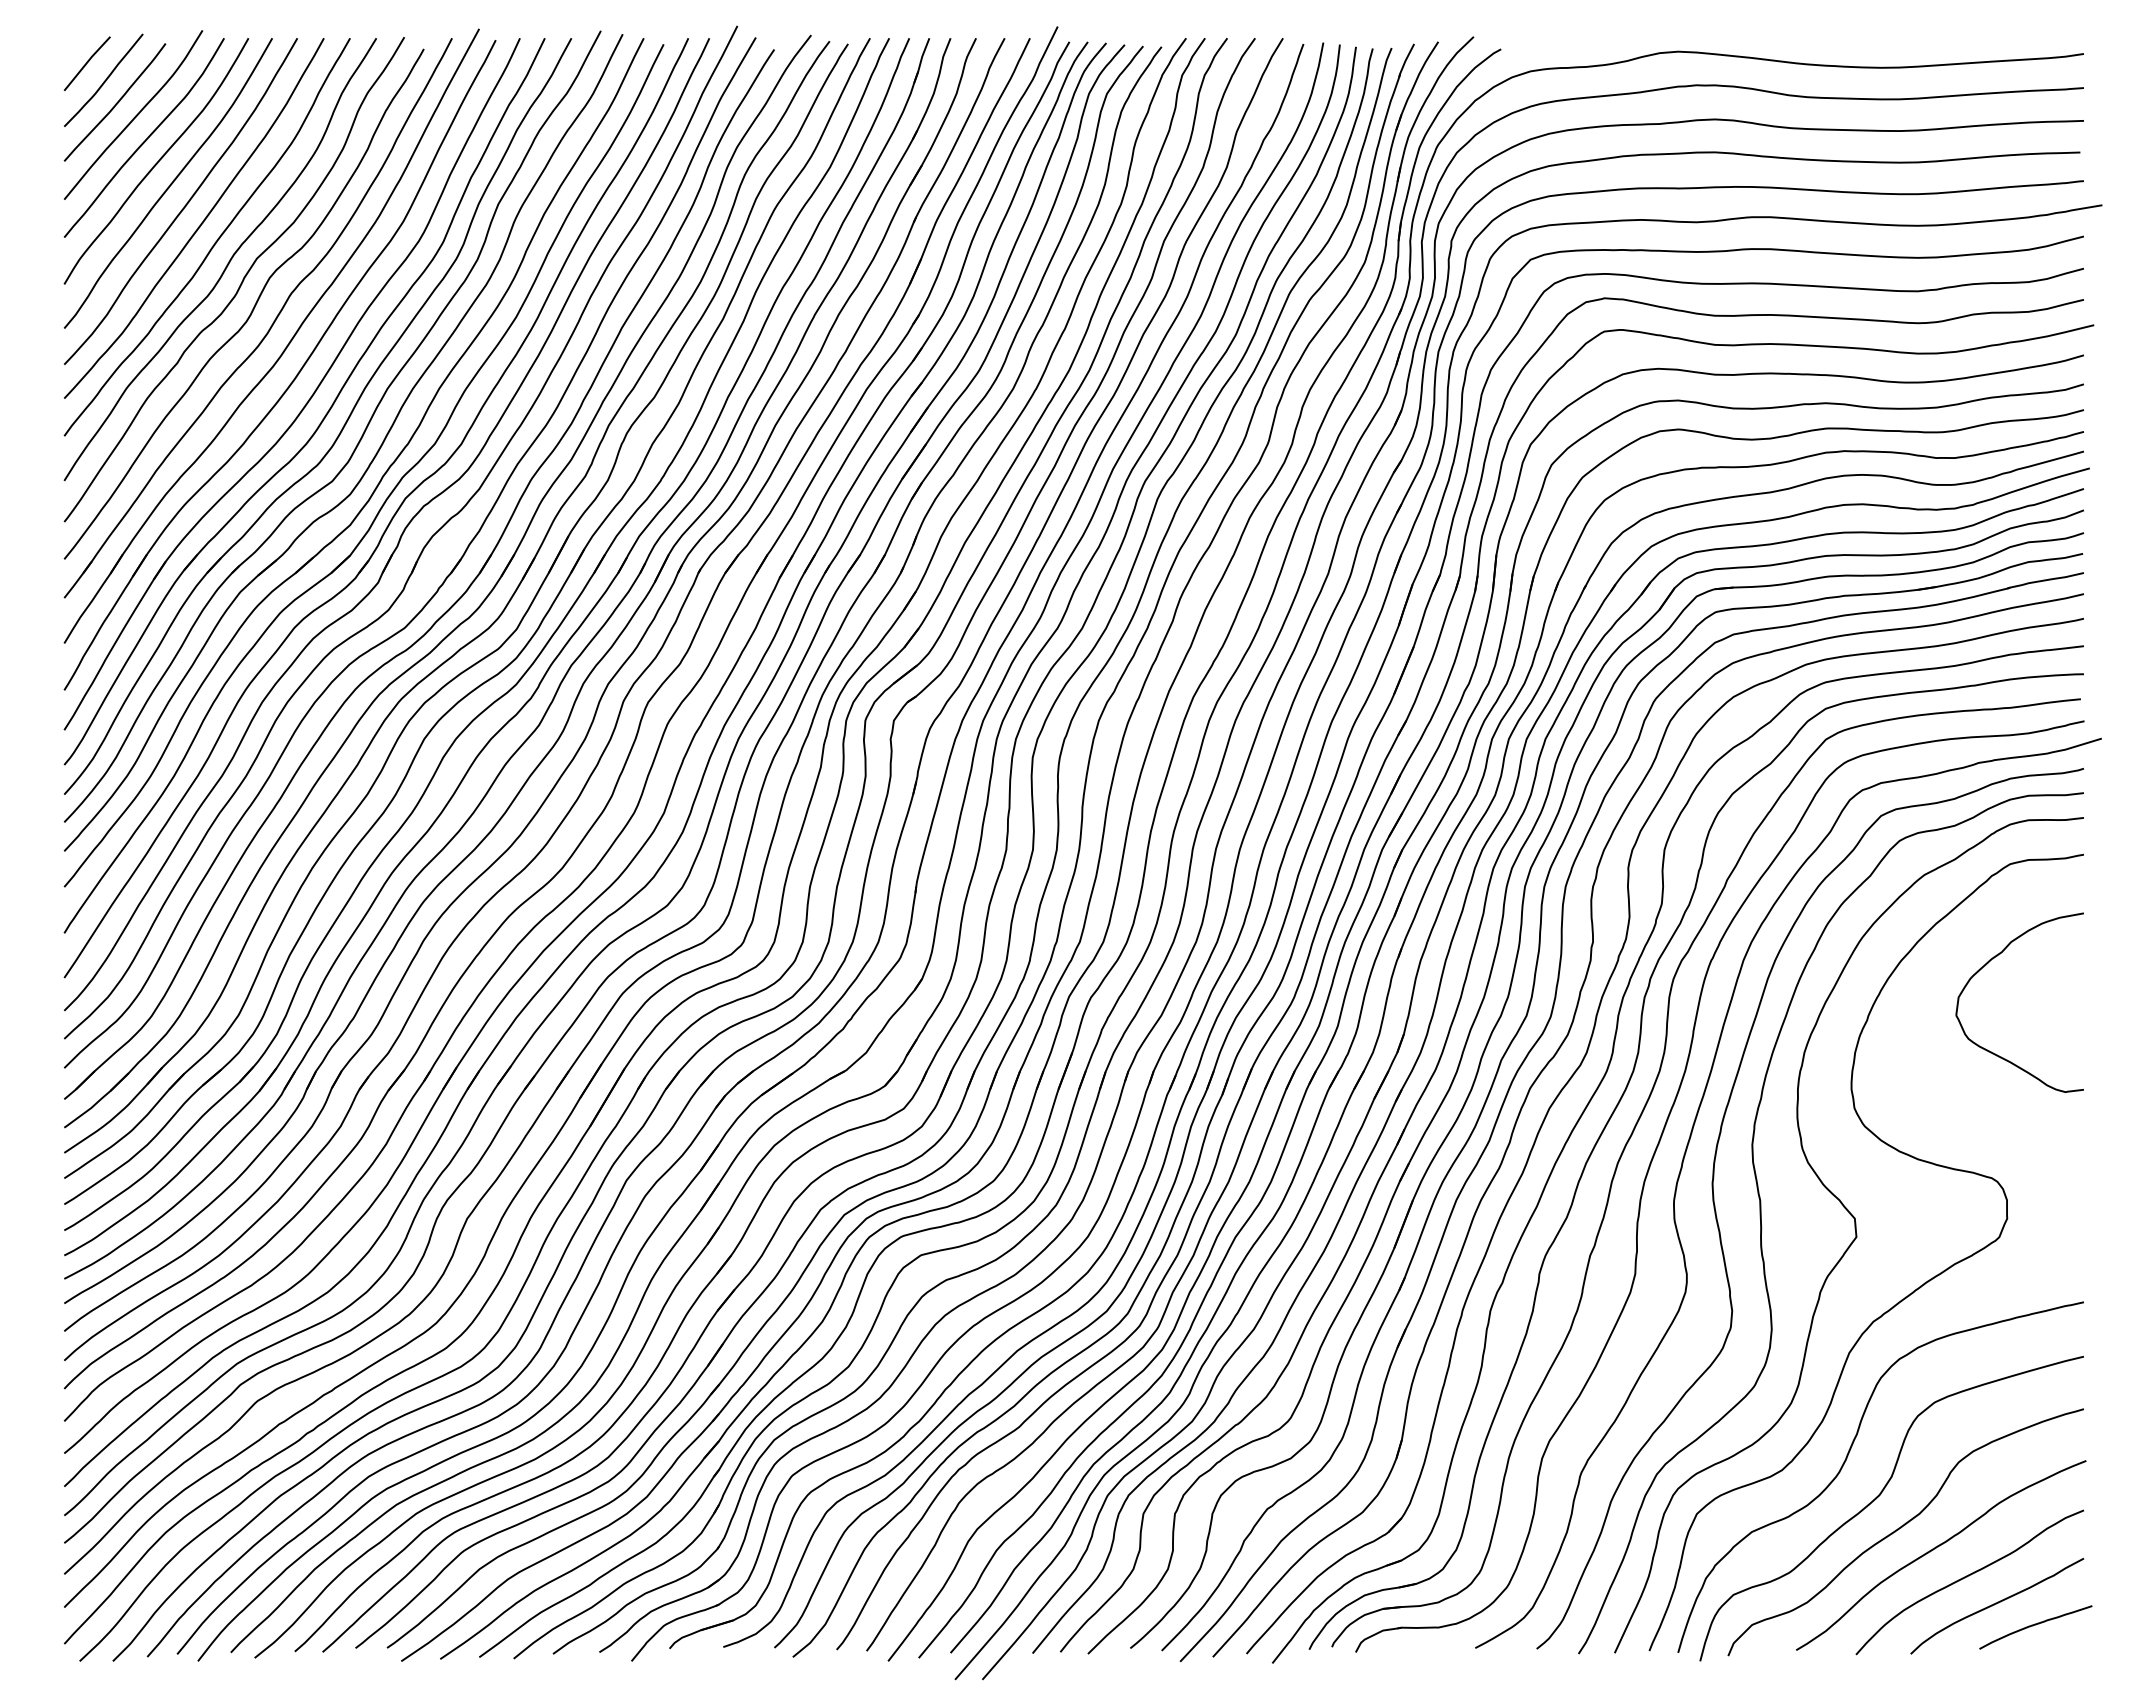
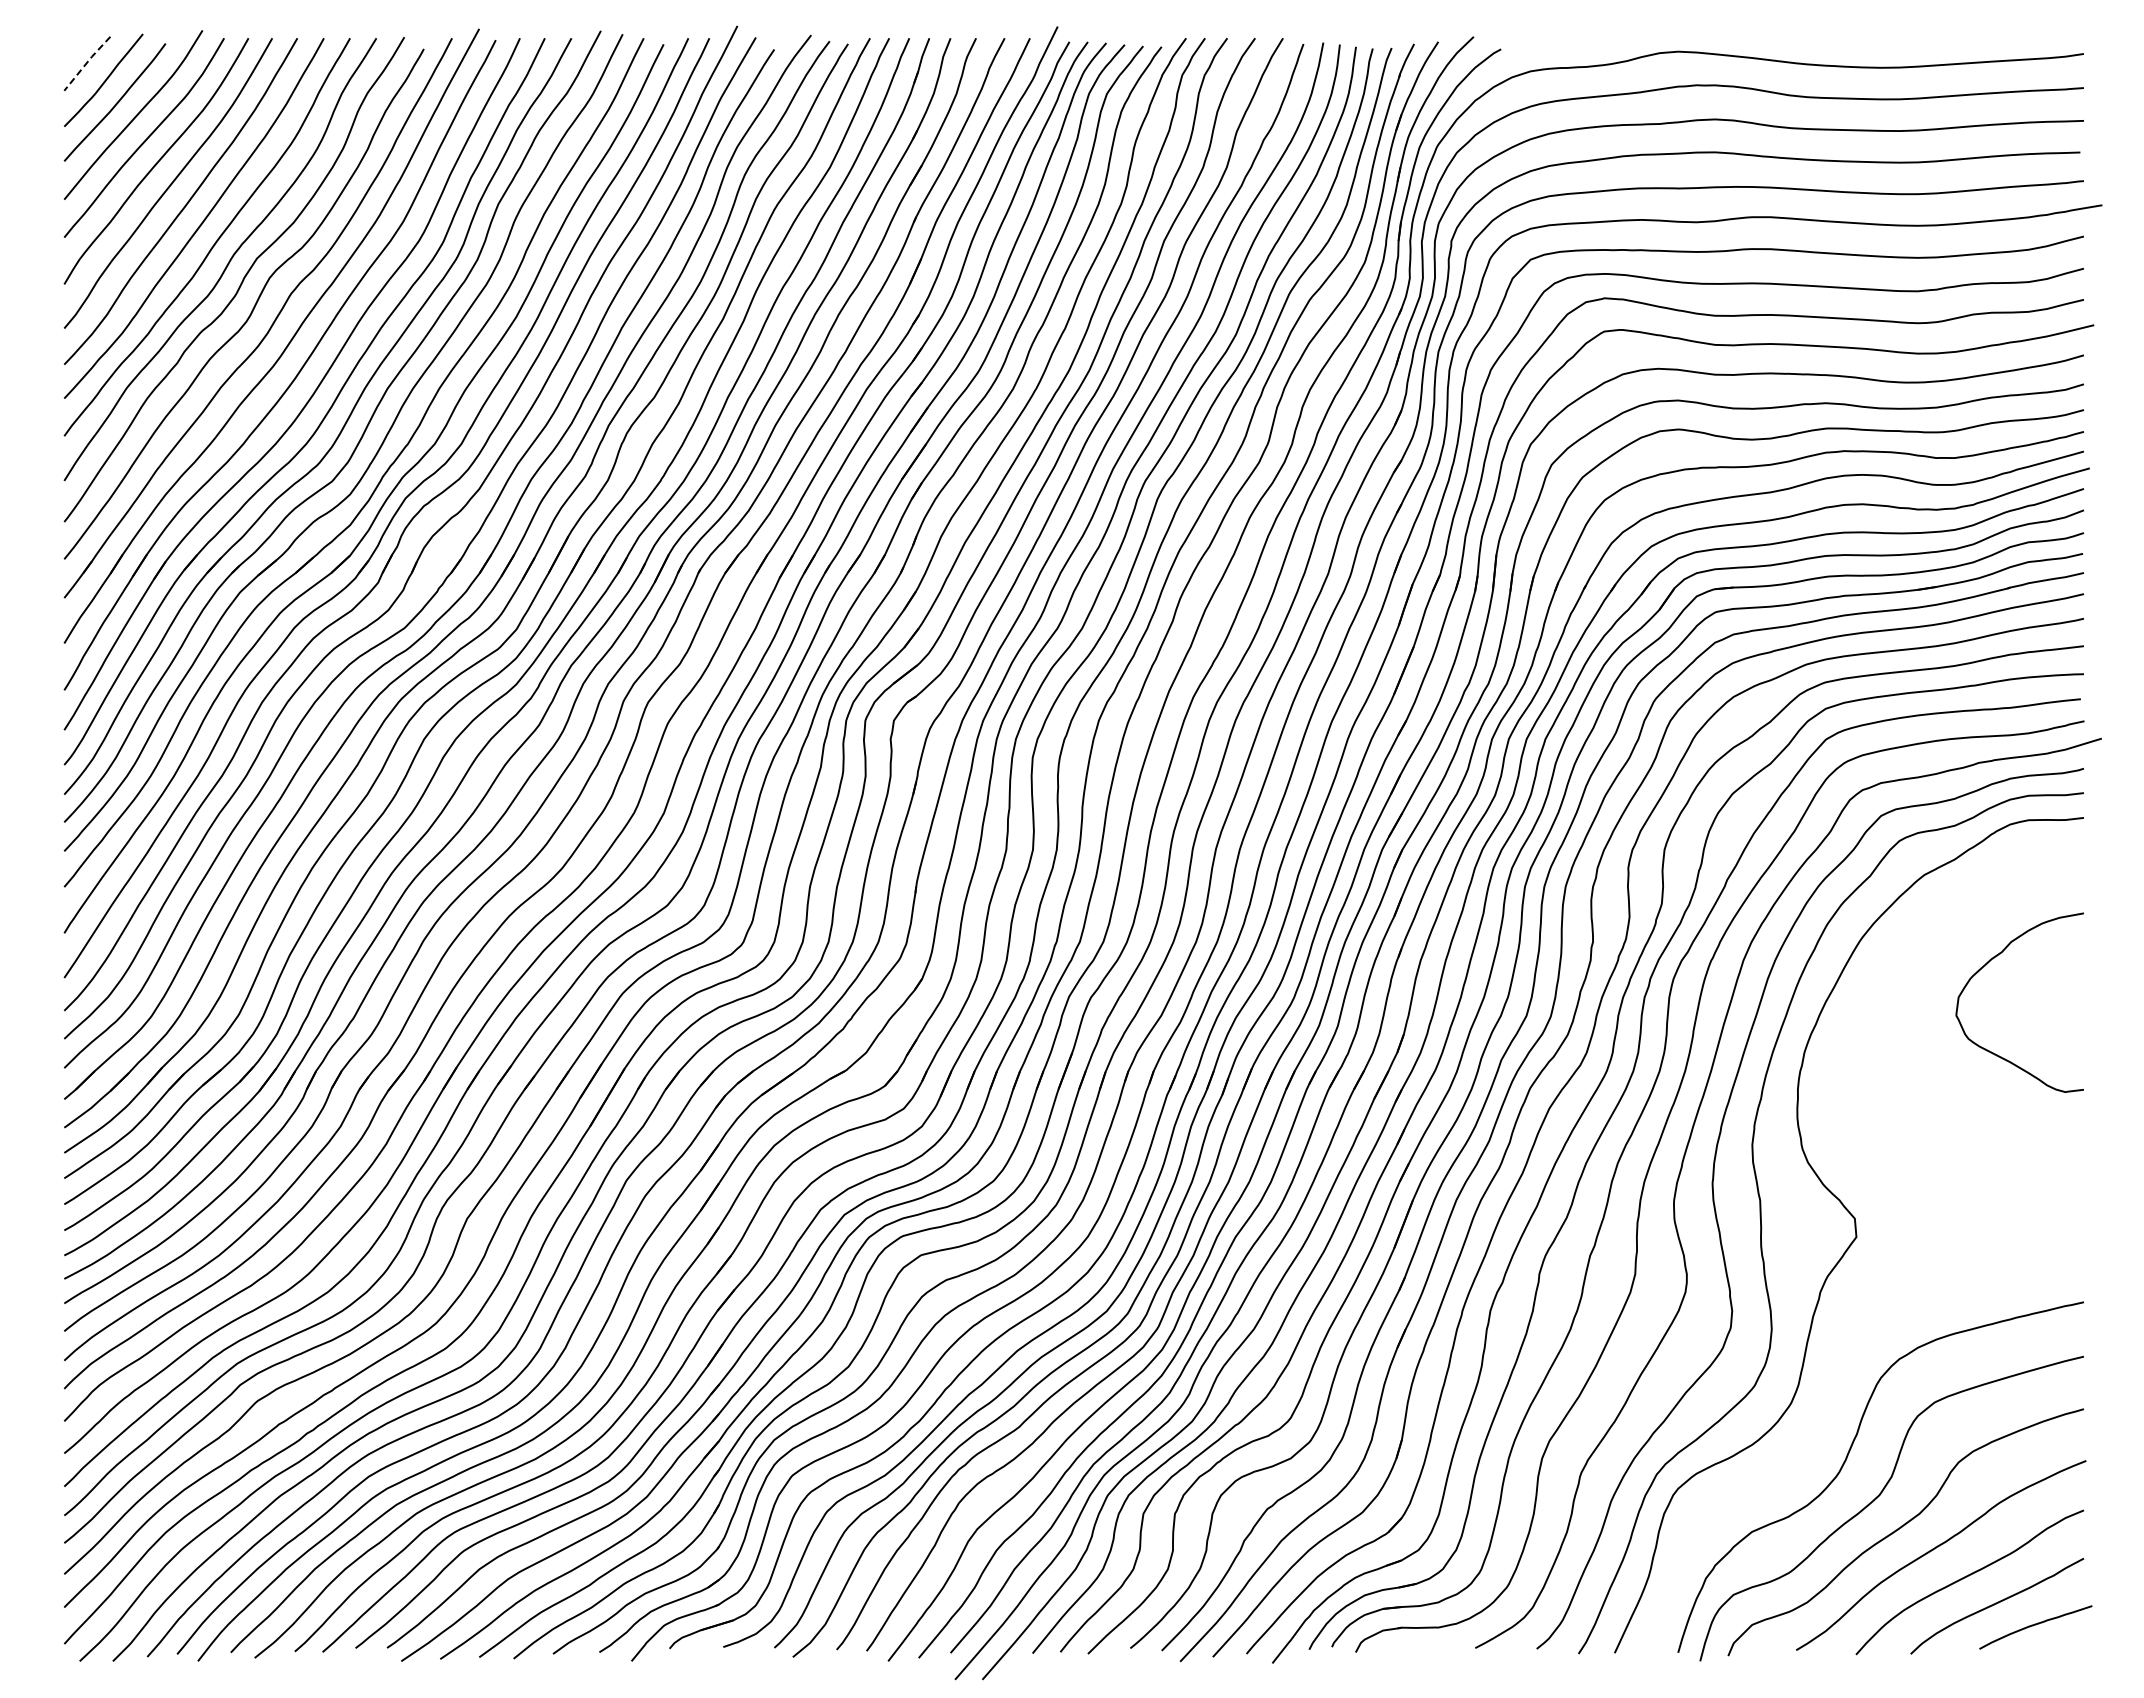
line at (86, 62): solid -> dashed
curve at (1898, 1301): present -> none
